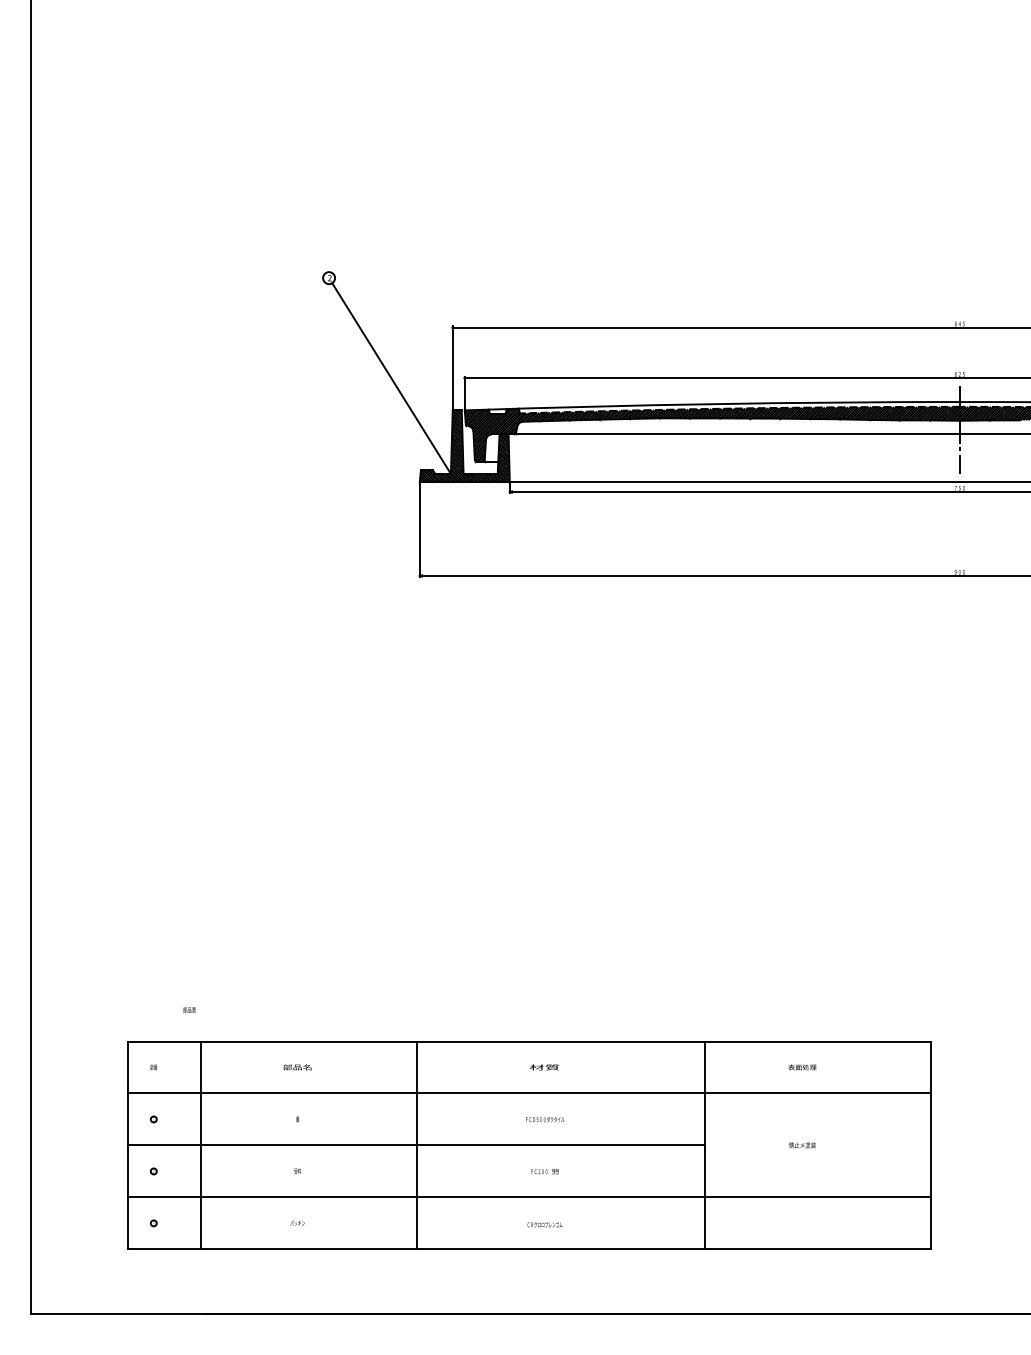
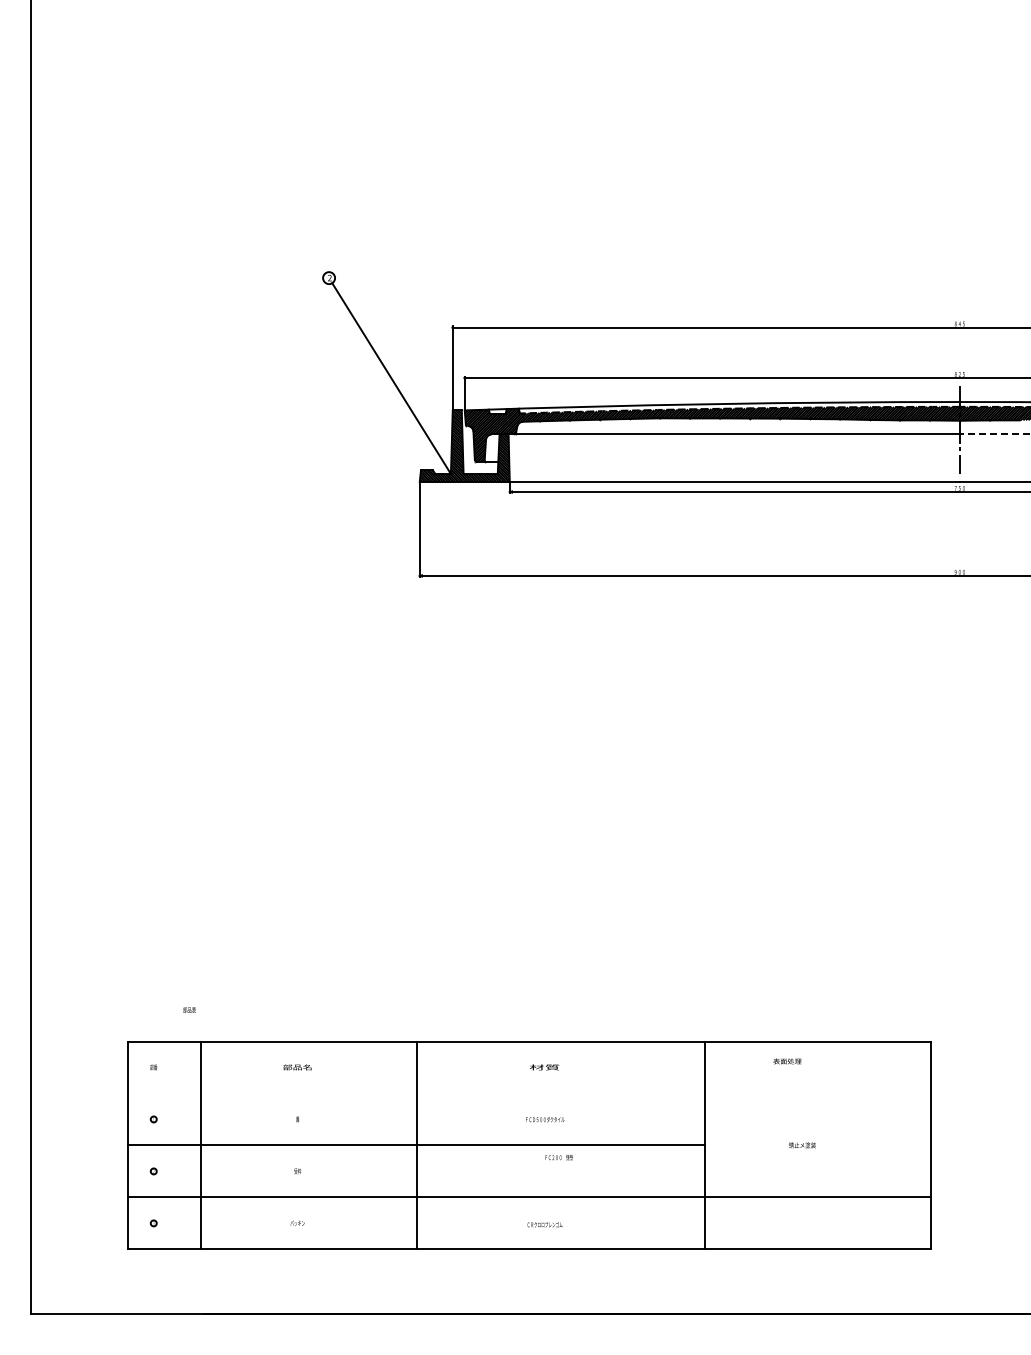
line at (994, 434): solid -> dashed
text at (802, 1067) position: (802, 1067) -> (787, 1061)
line at (528, 1093): present -> none
text at (544, 1171) position: (544, 1171) -> (558, 1157)
